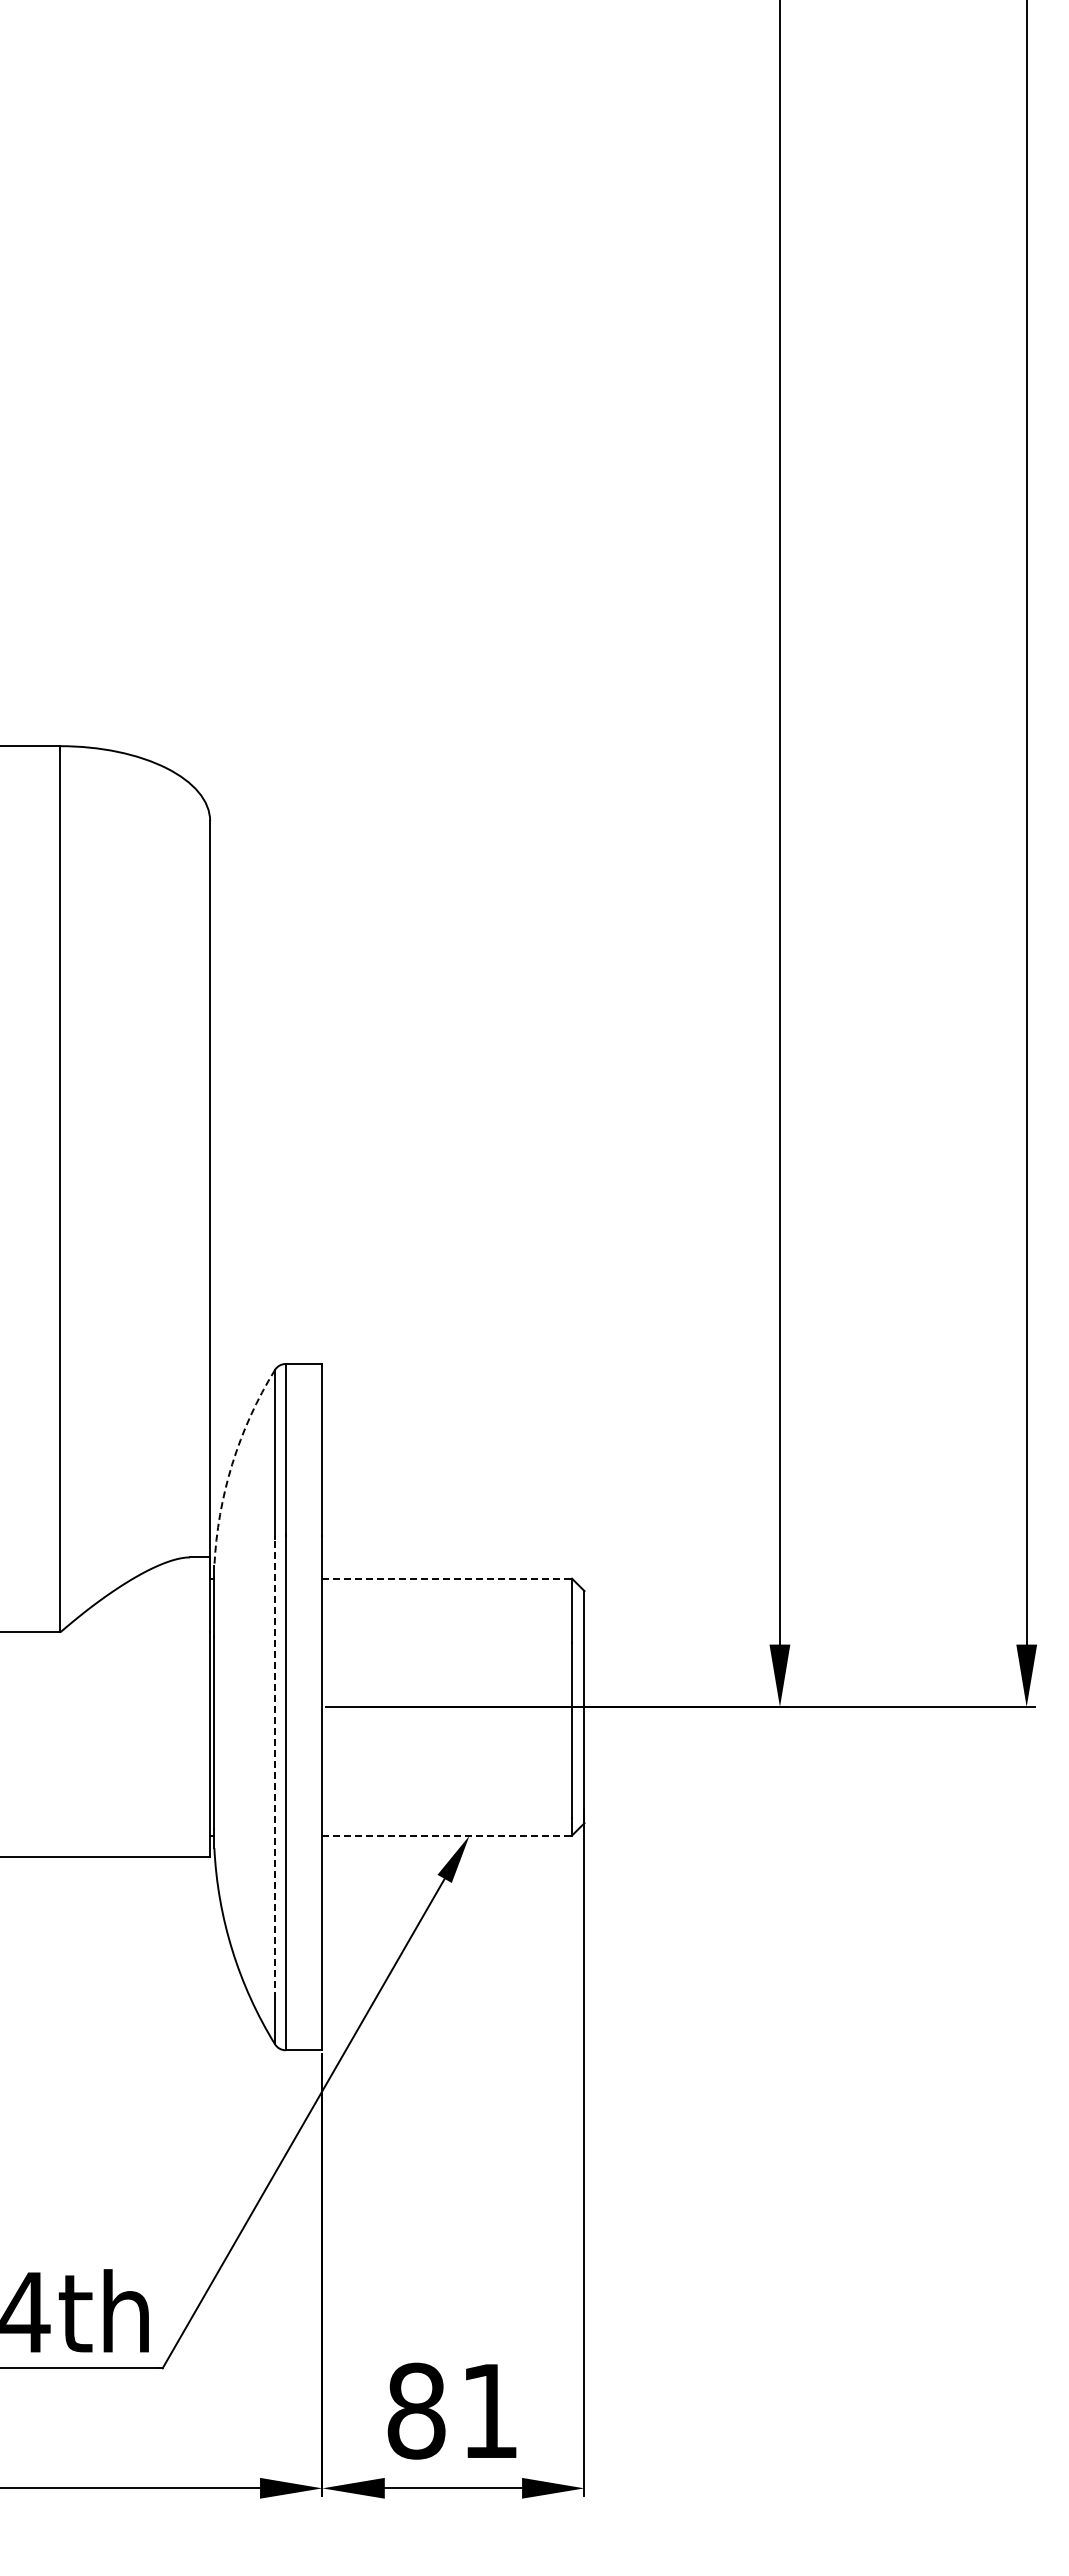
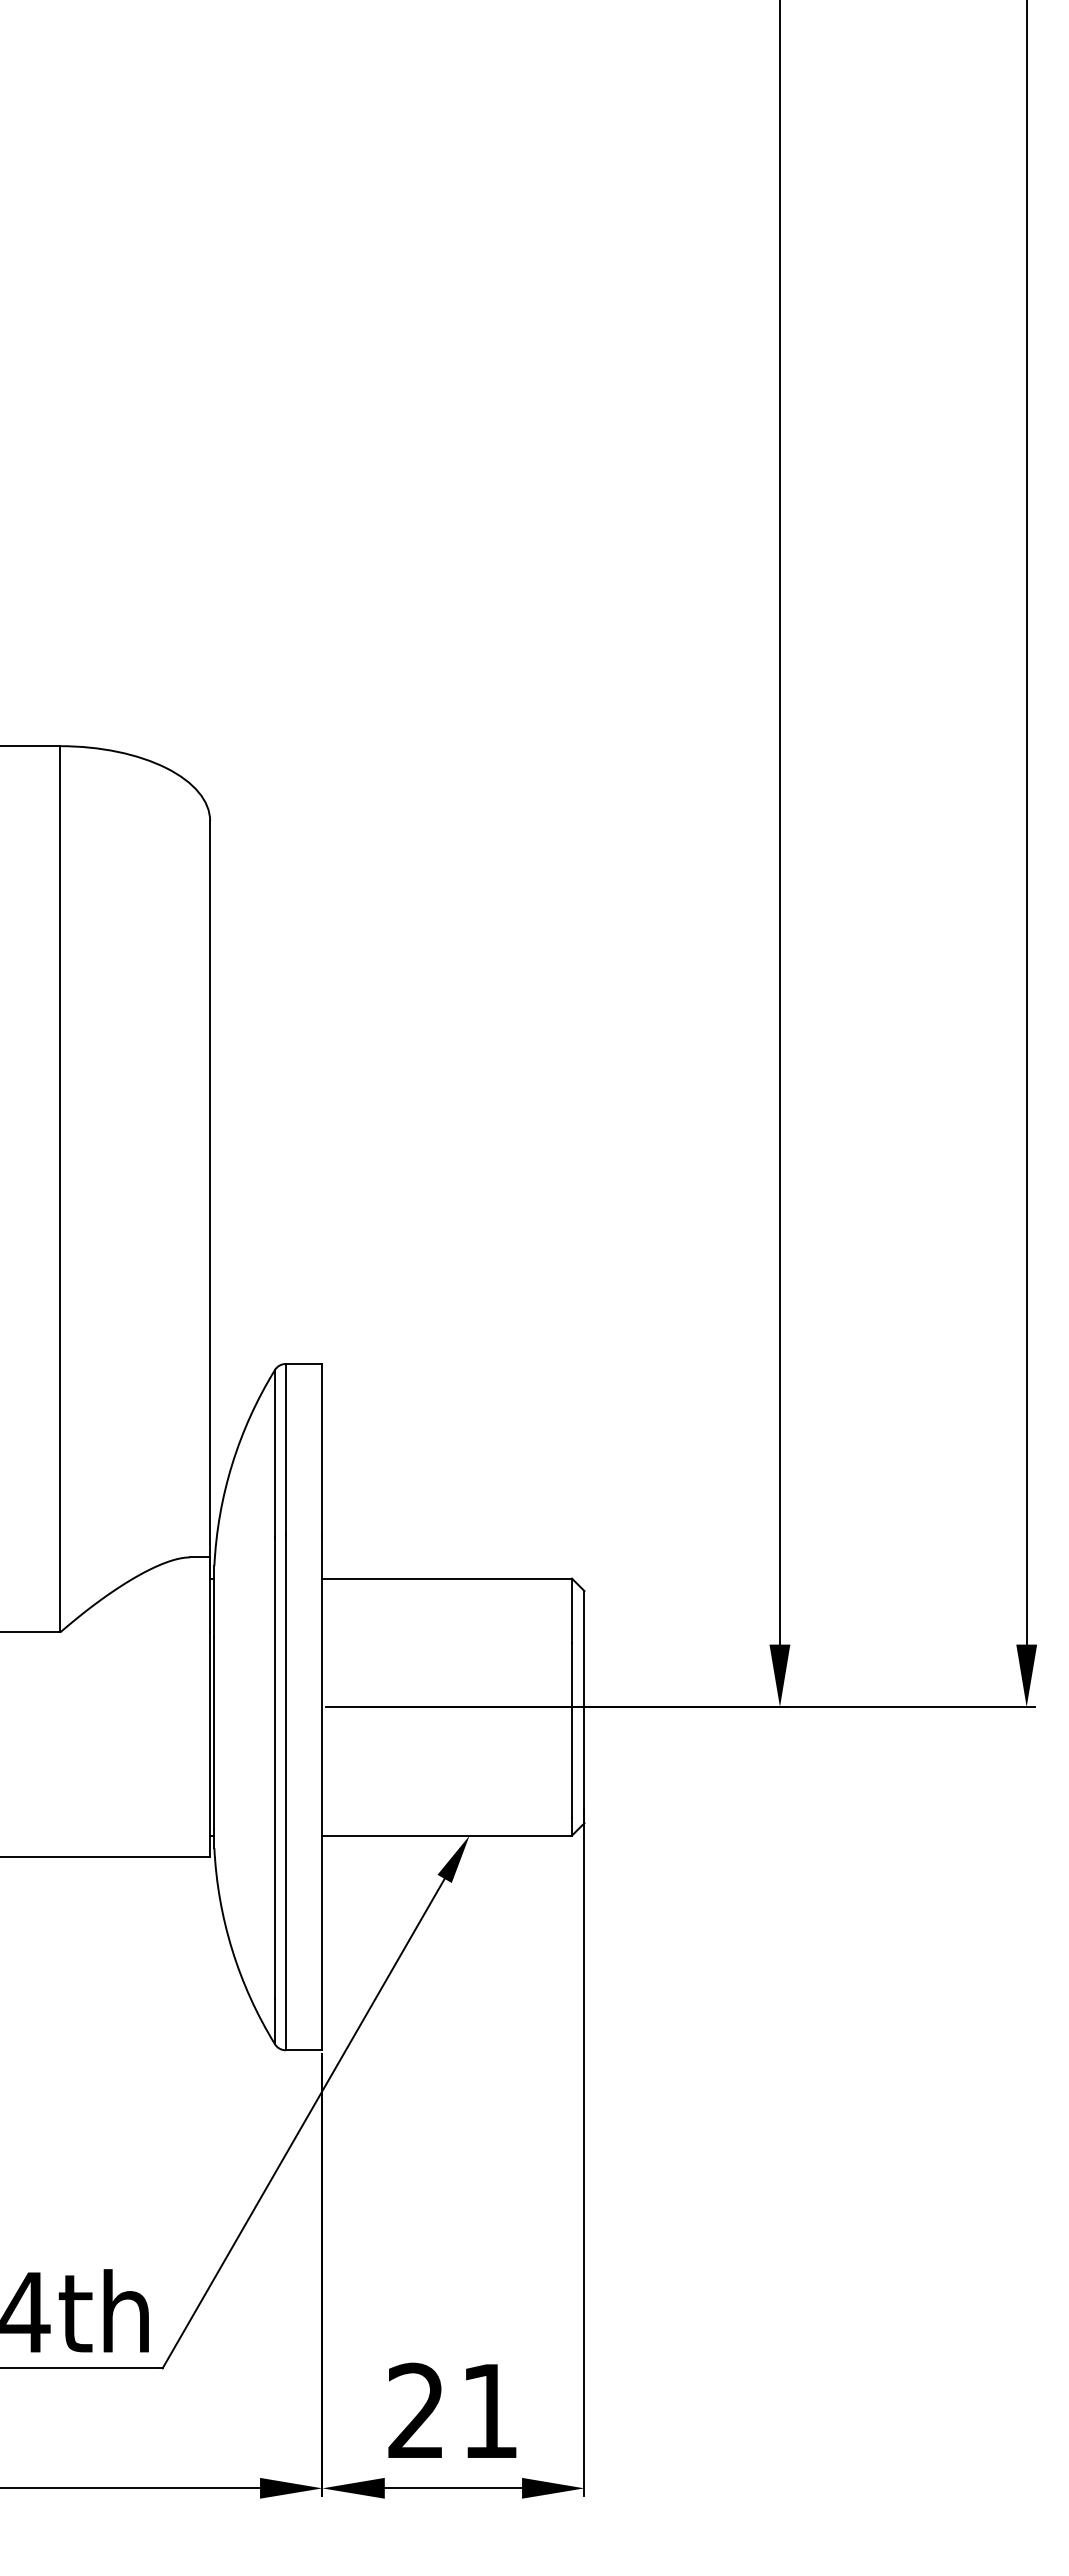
arc at (232, 1464): dashed -> solid
line at (447, 1578): dashed -> solid
line at (275, 1768): dashed -> solid
line at (447, 1835): dashed -> solid
text at (416, 2410): 81 -> 21
